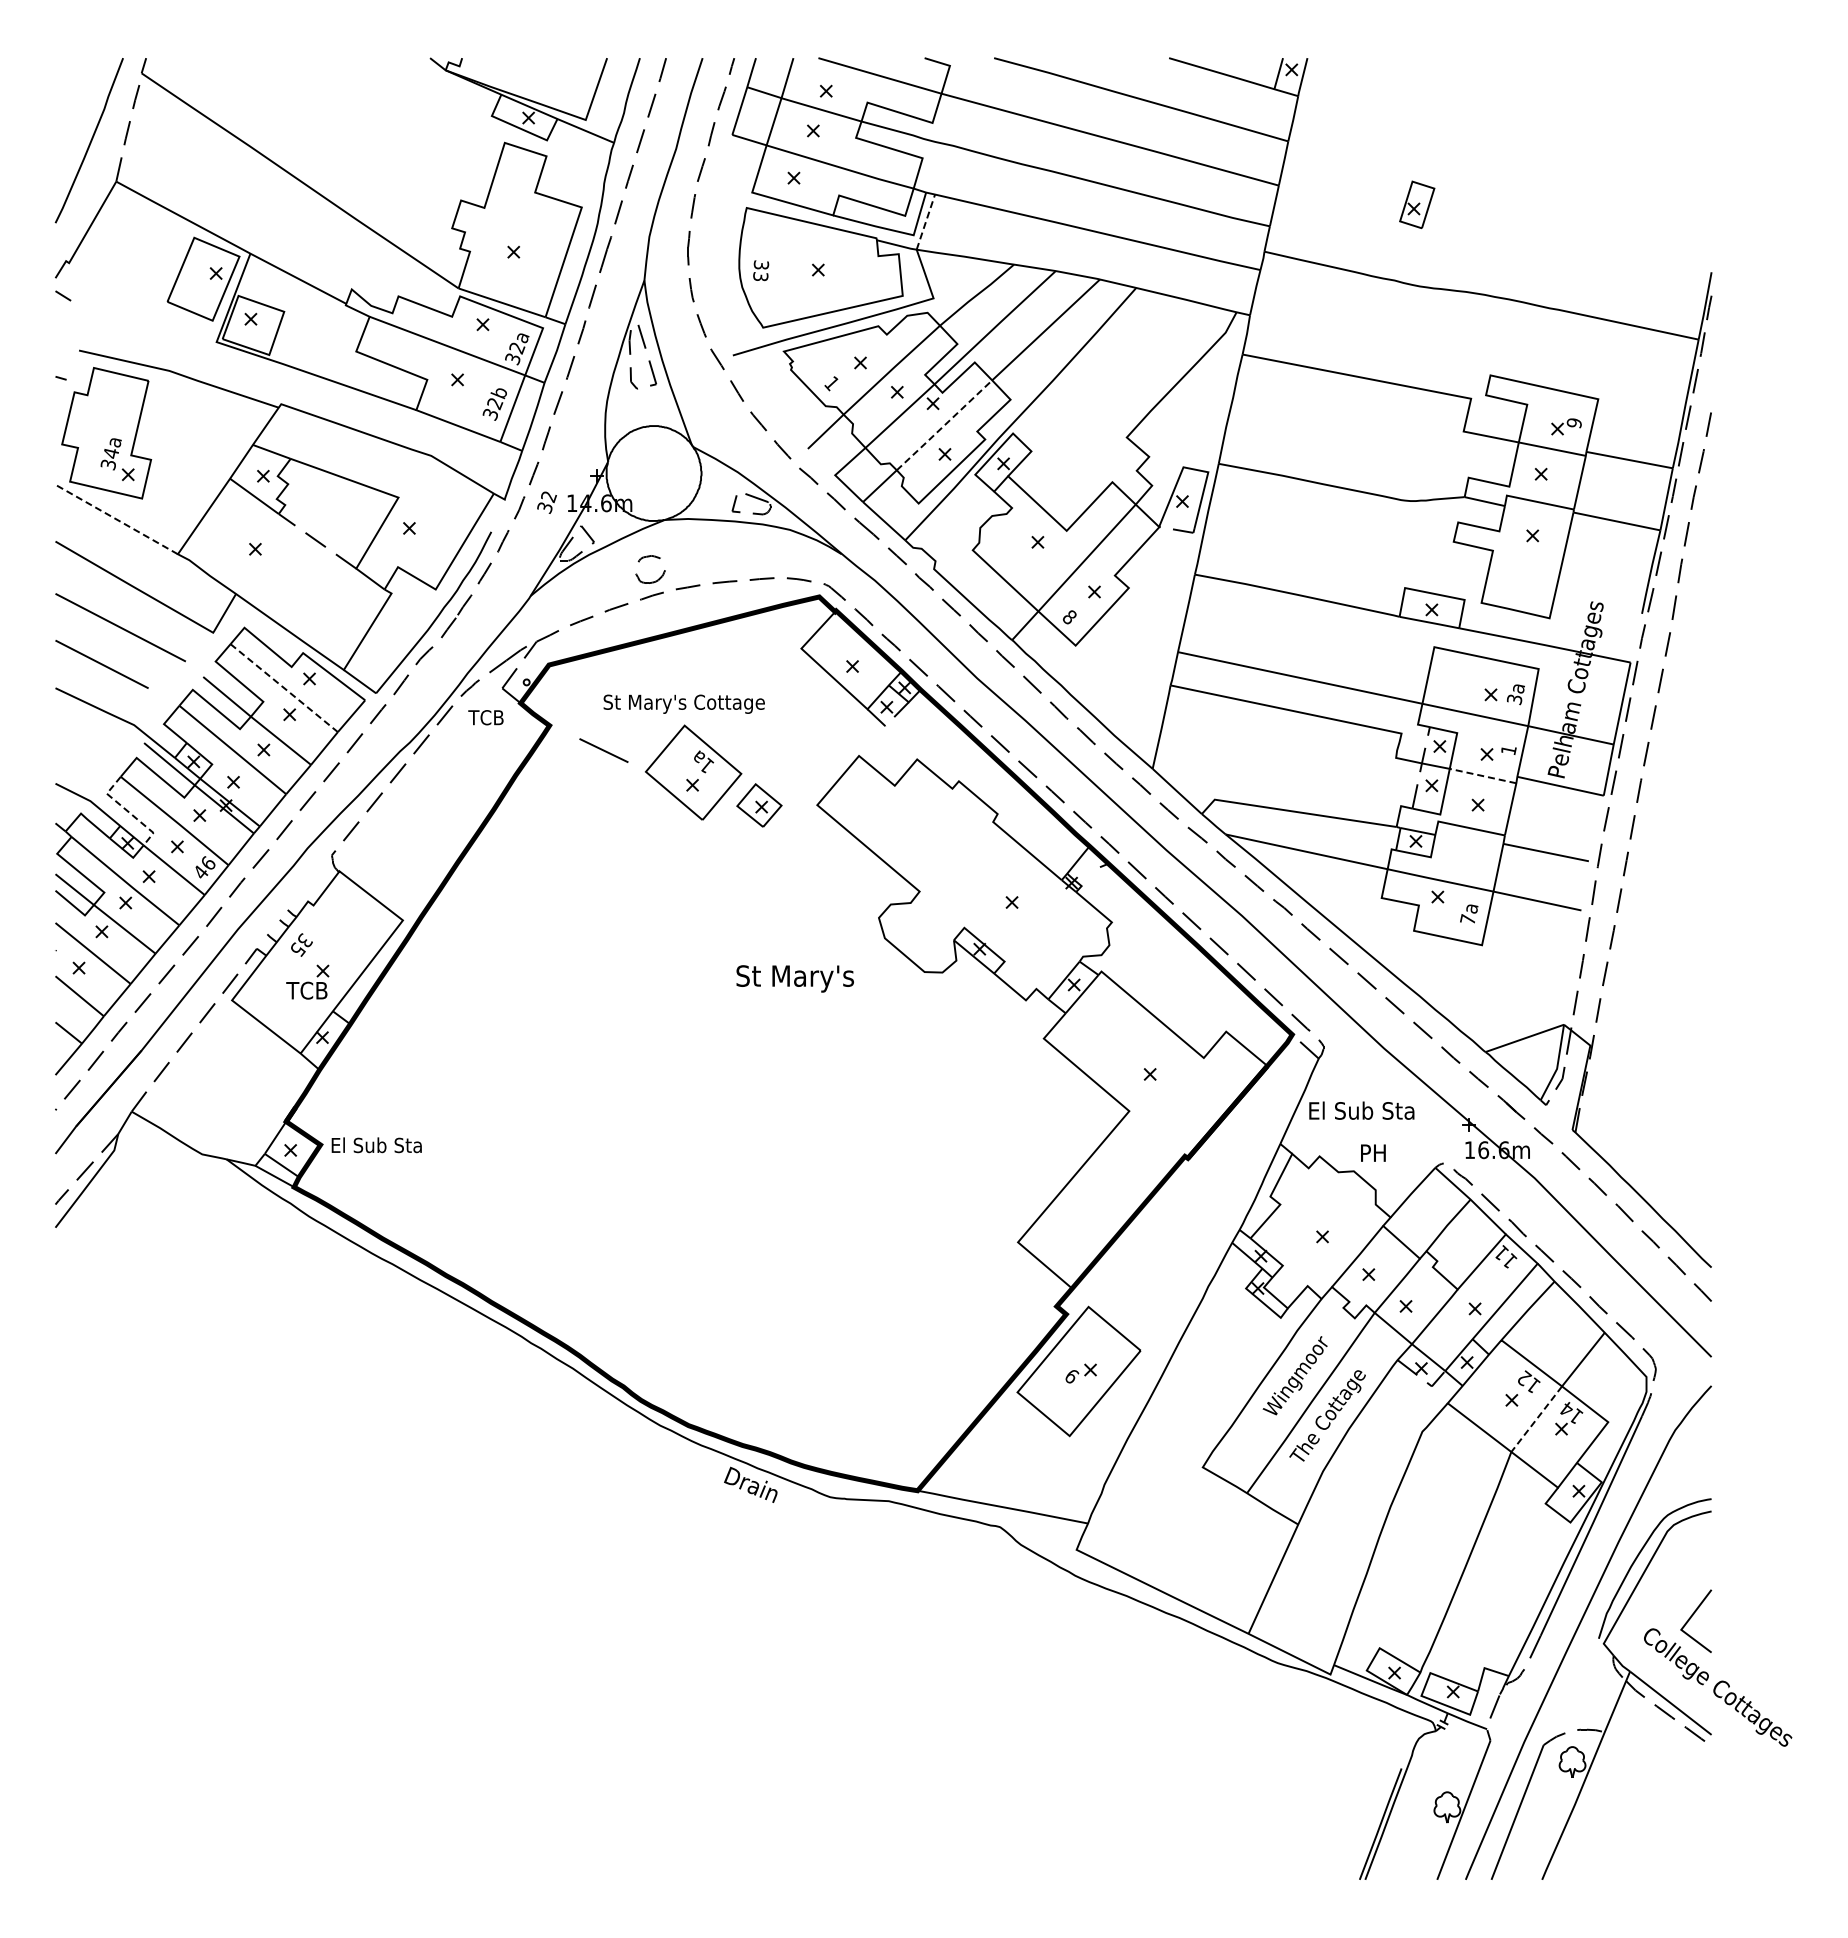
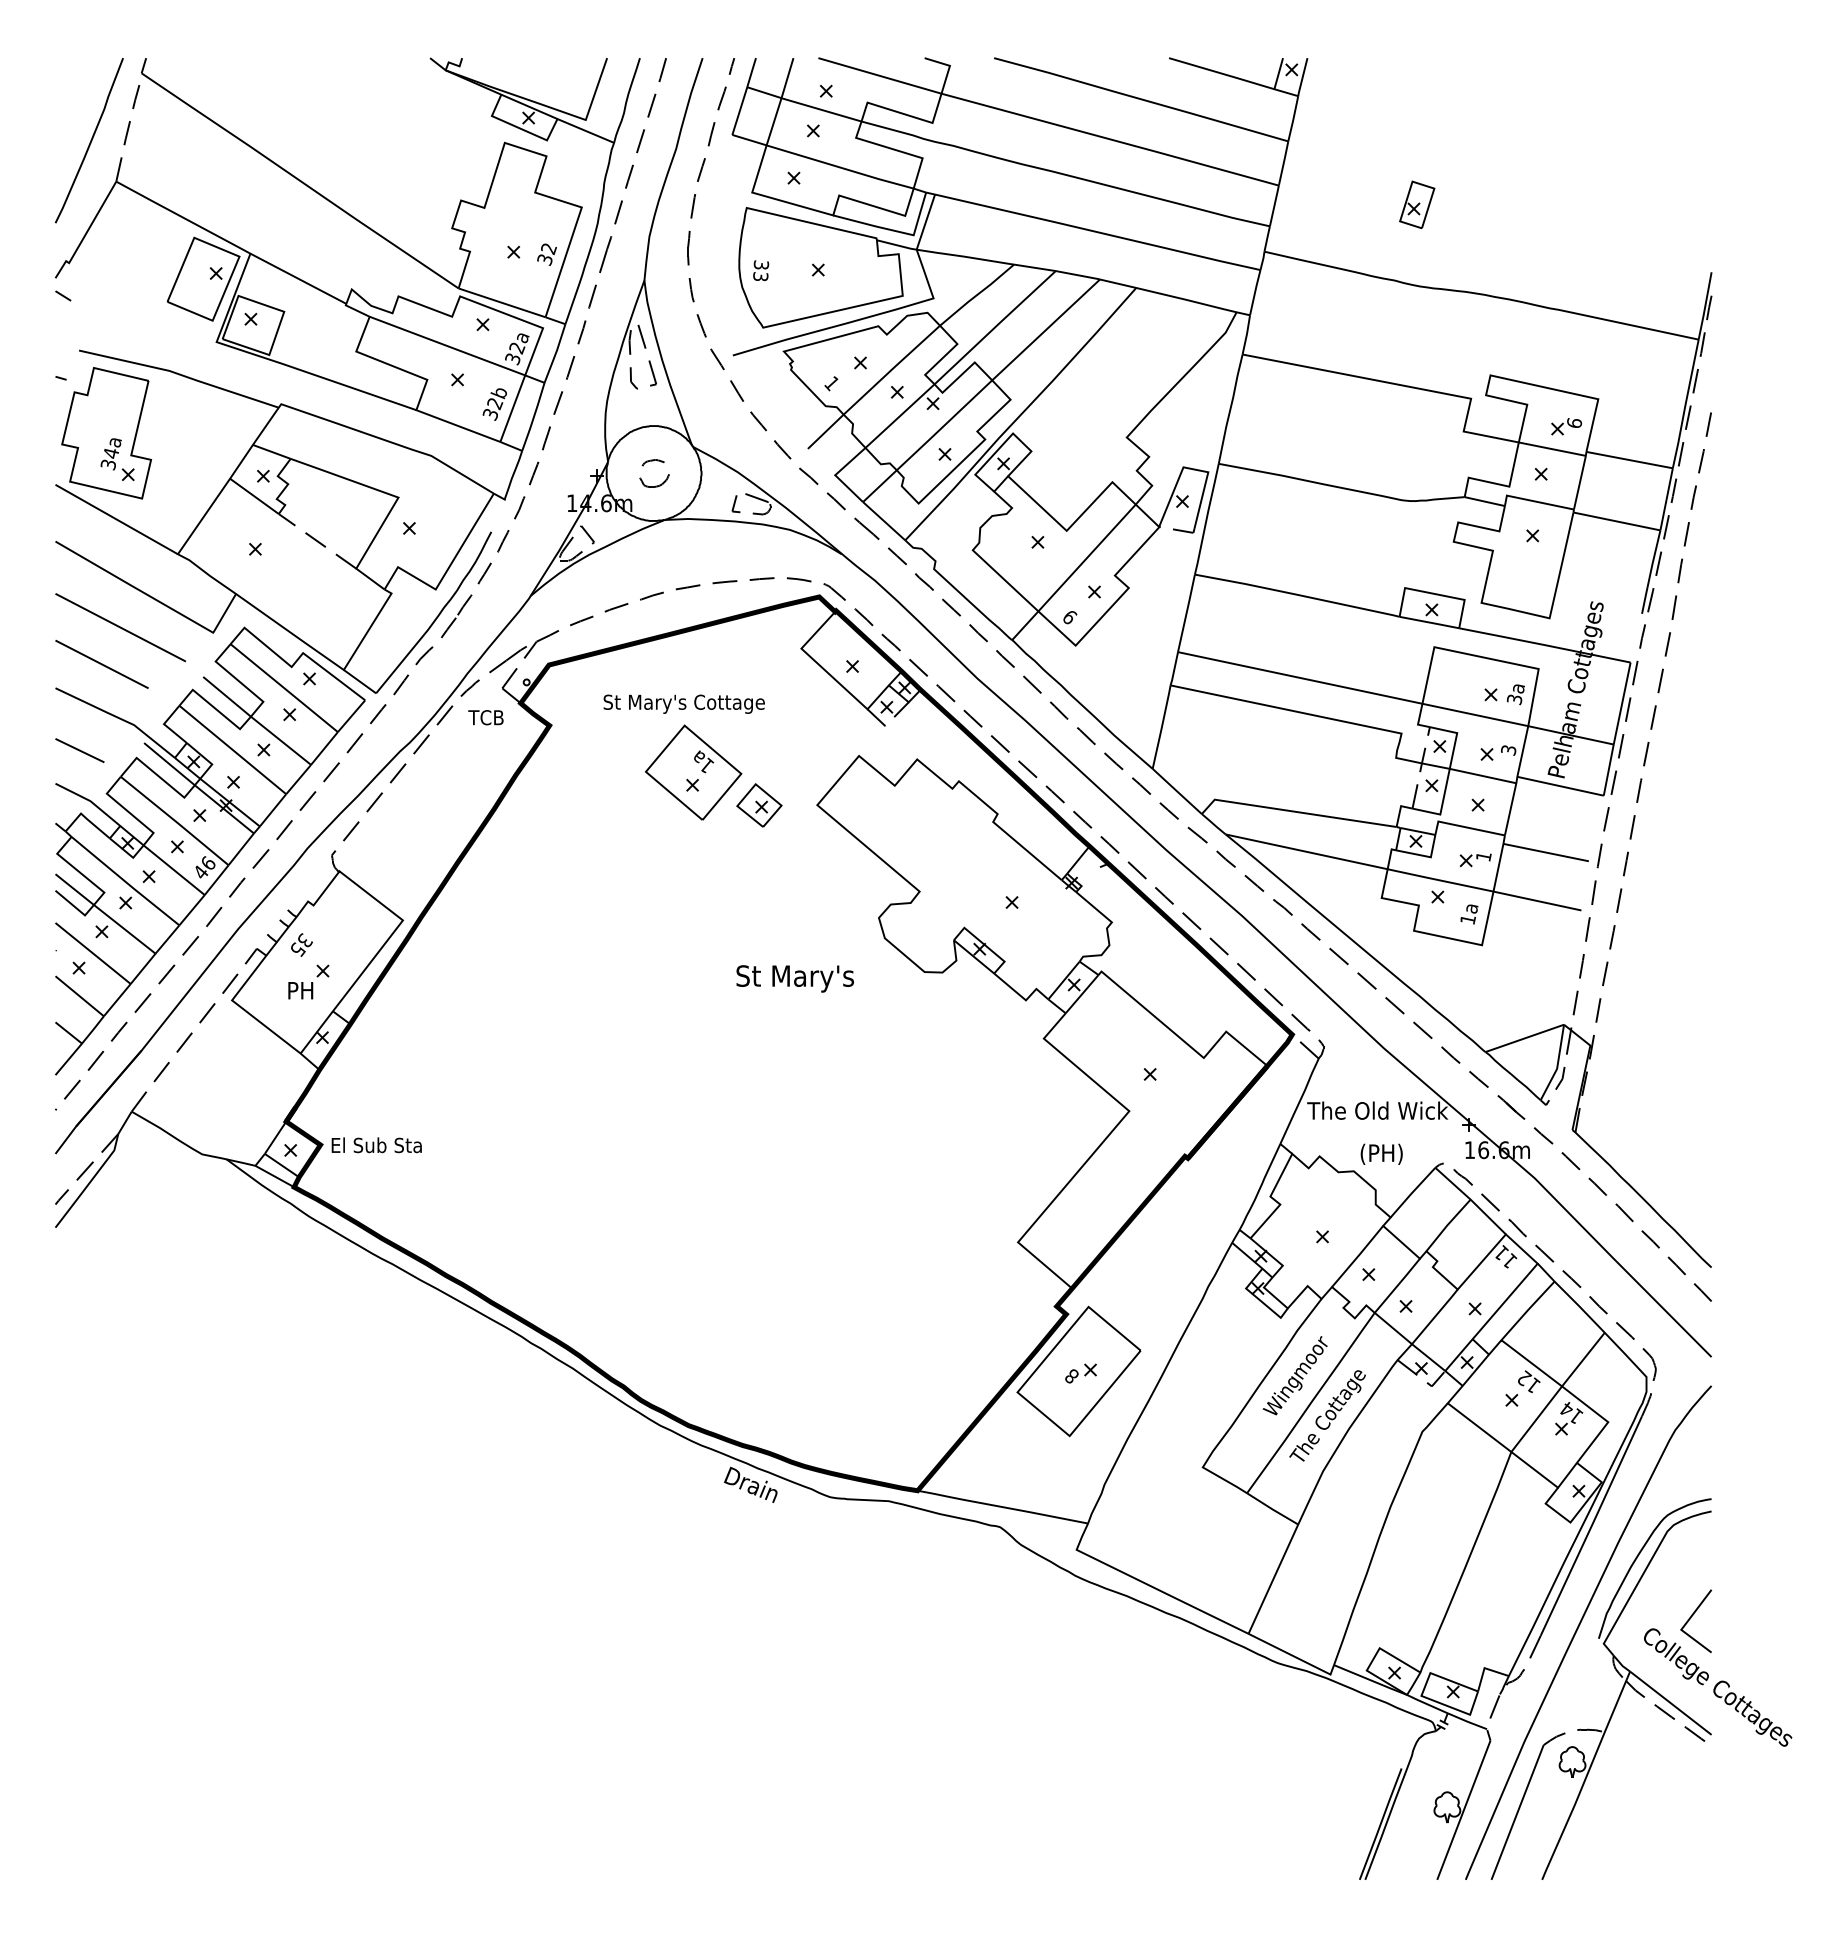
line at (926, 221): dashed -> solid
text at (1574, 423): 9 -> 6
line at (944, 425): dashed -> solid
text at (546, 502) position: (546, 502) -> (546, 254)
line at (116, 519): dashed -> solid
part at (649, 557) position: (649, 557) -> (653, 461)
text at (1069, 617): 8 -> 6
line at (284, 688): dashed -> solid
line at (603, 750) position: (603, 750) -> (79, 750)
text at (1508, 750): 1 -> 3
line at (1482, 775): dashed -> solid
line at (127, 811): dashed -> solid
part at (1475, 860): none -> present
text at (1467, 919): 7a -> 1a
text at (306, 990): TCB -> PH
text at (1377, 1110): El Sub Sta -> The Old Wick
text at (1381, 1153): PH -> (PH)
text at (1072, 1375): 9 -> 8
line at (1536, 1419): dashed -> solid
